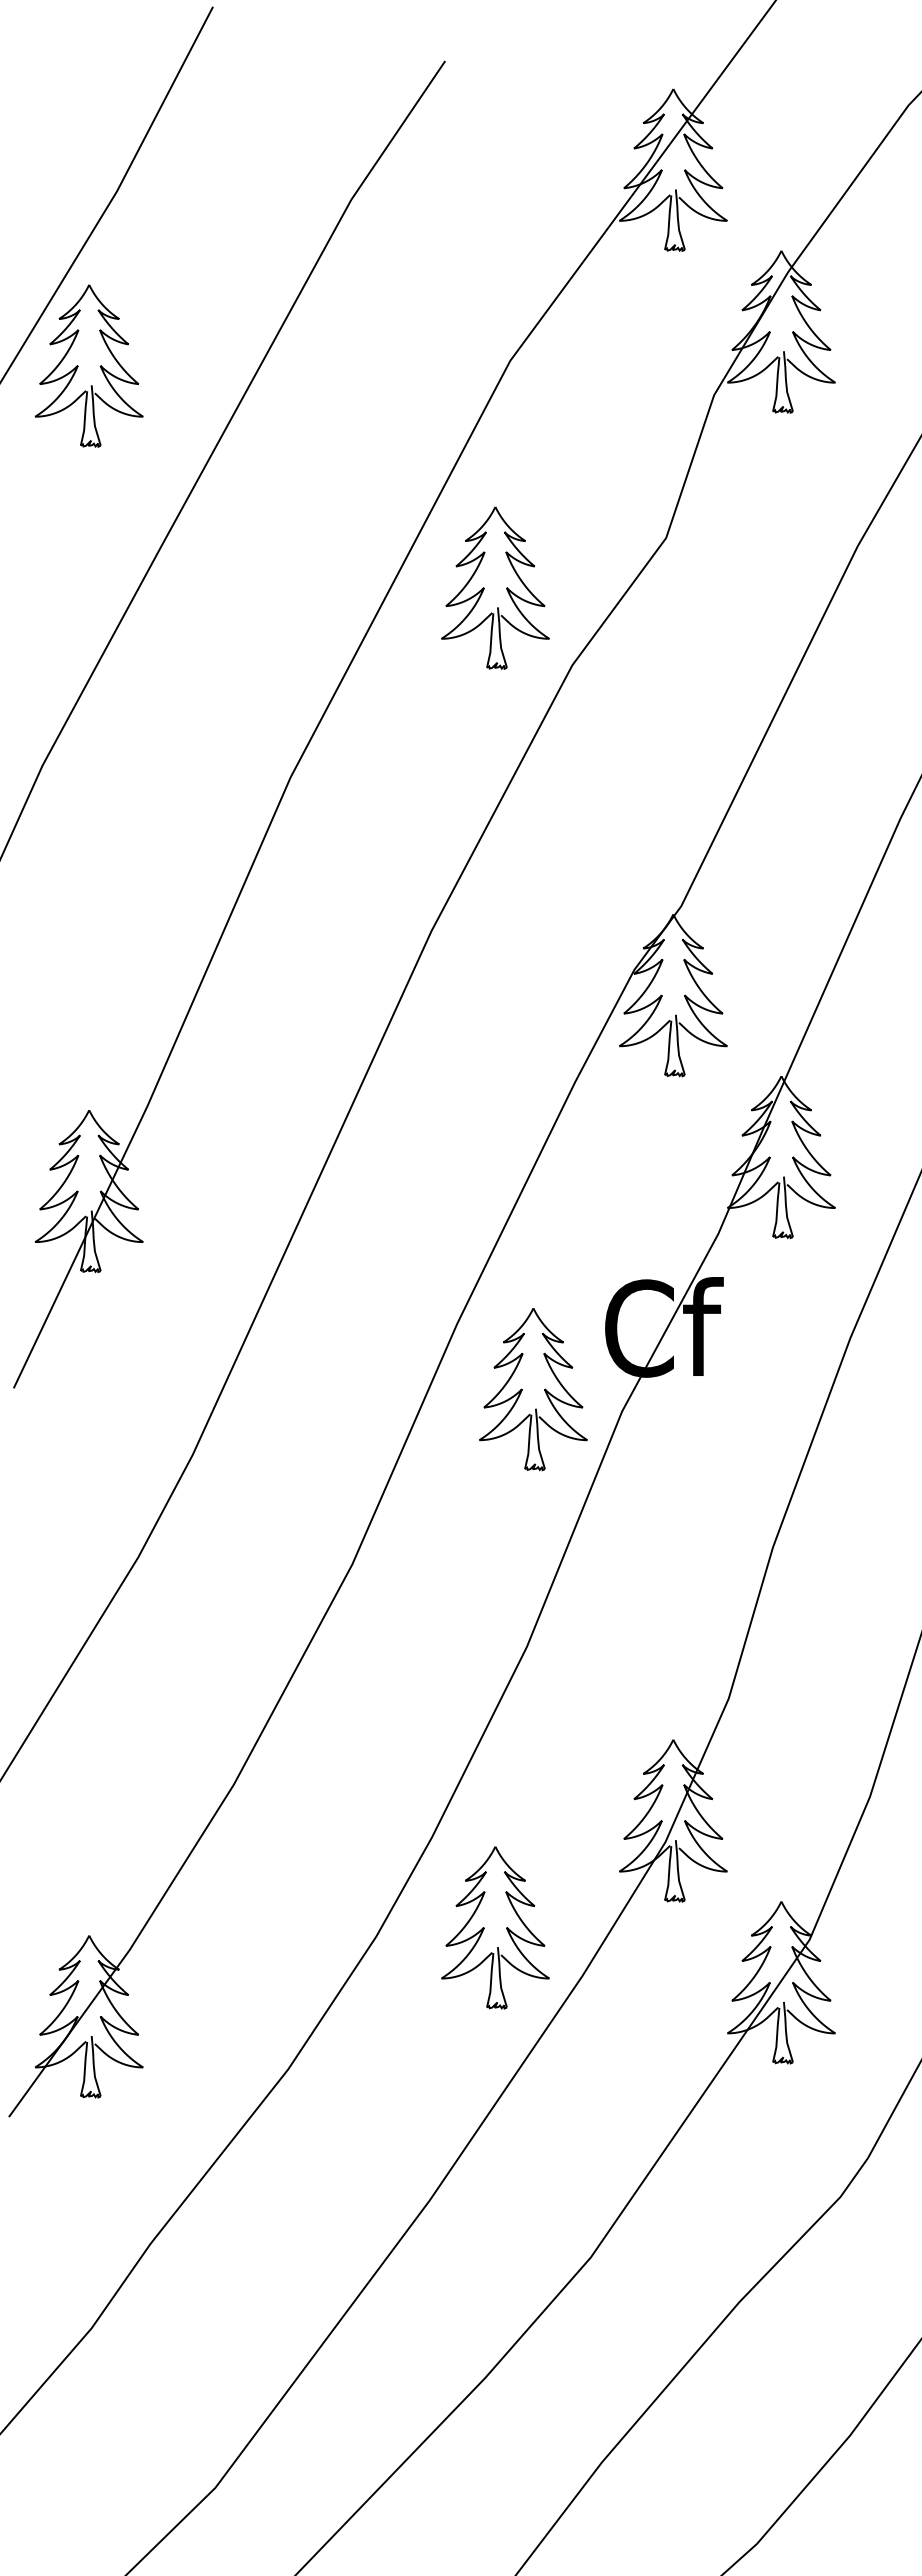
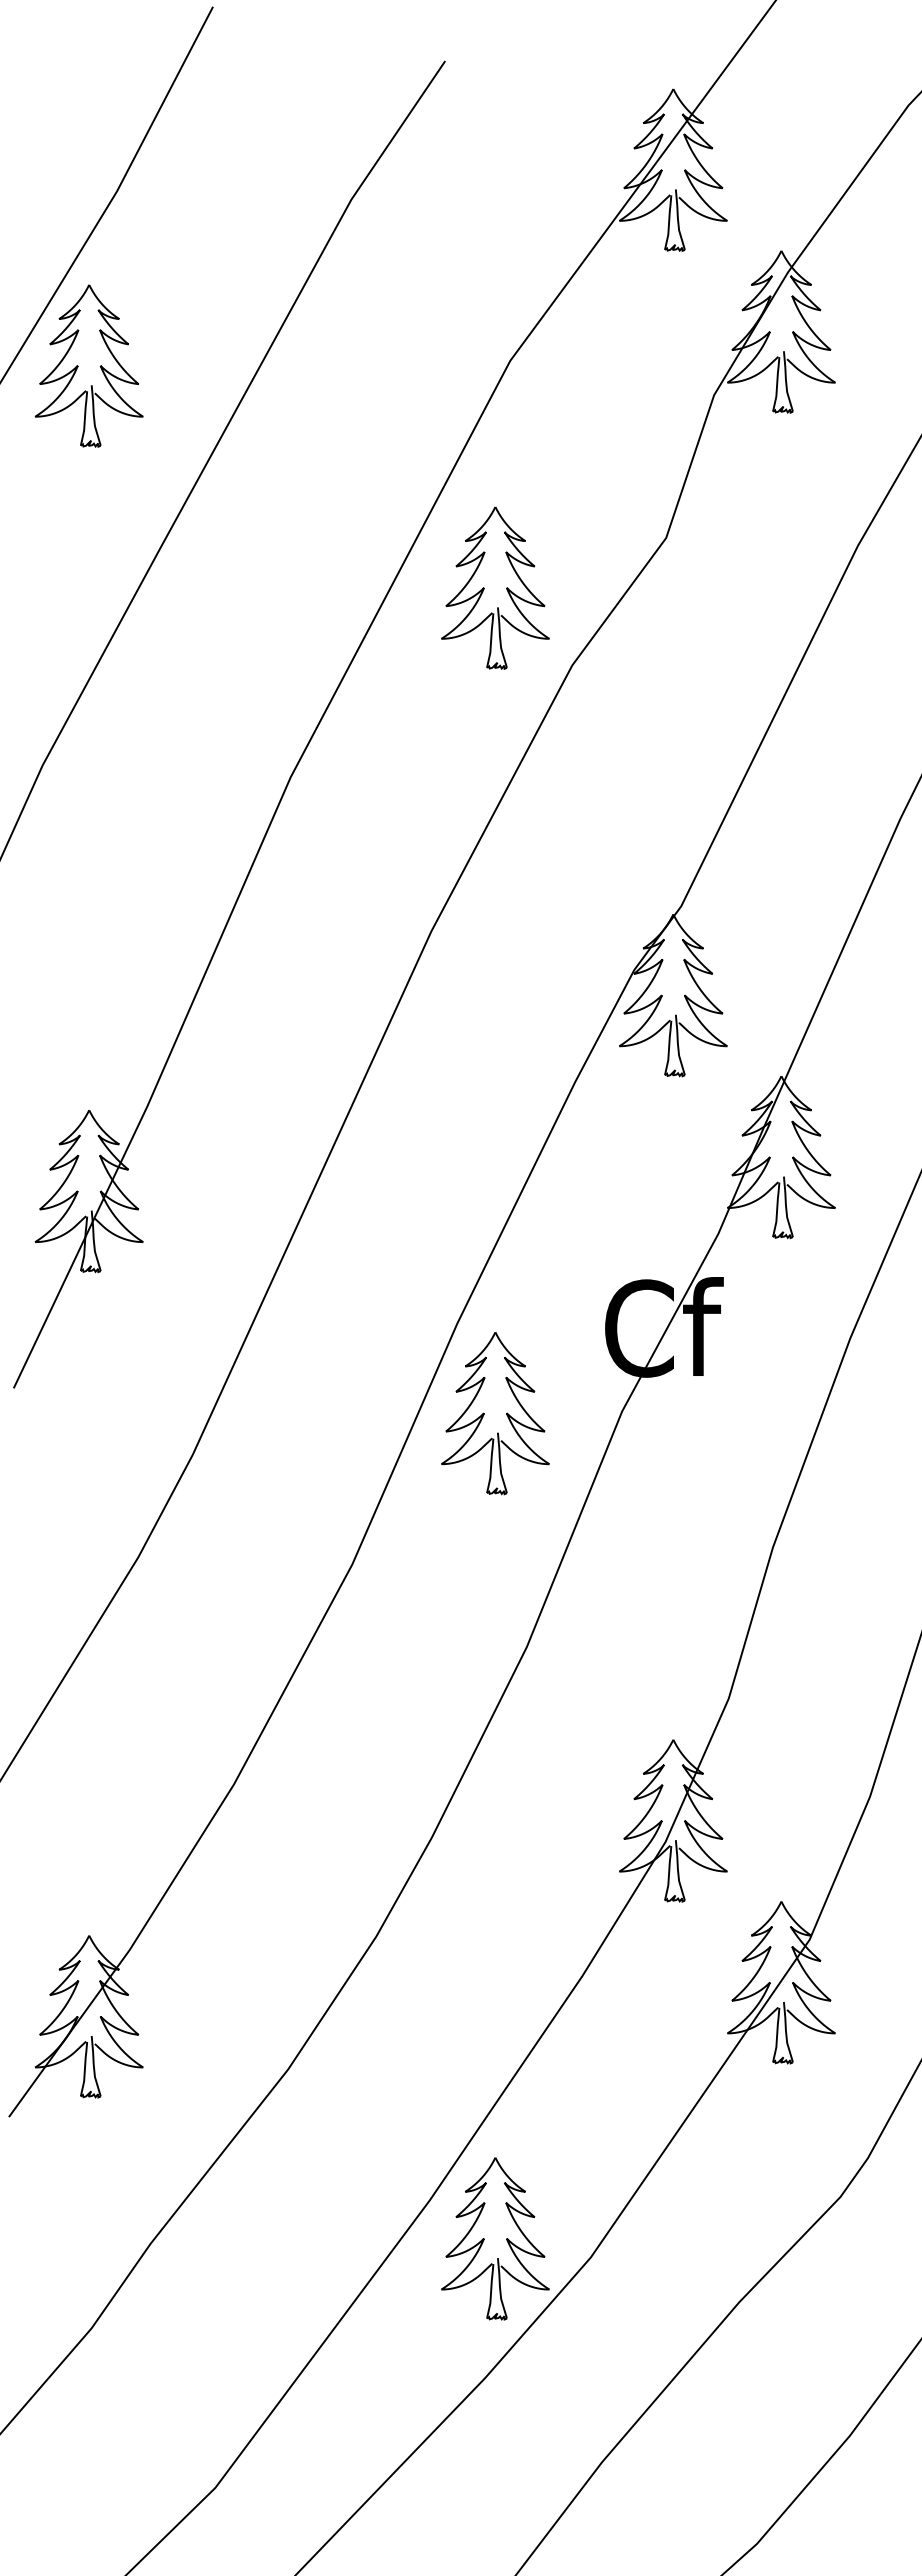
part at (533, 1389) position: (533, 1389) -> (495, 1413)
part at (495, 1927) position: (495, 1927) -> (495, 2238)
